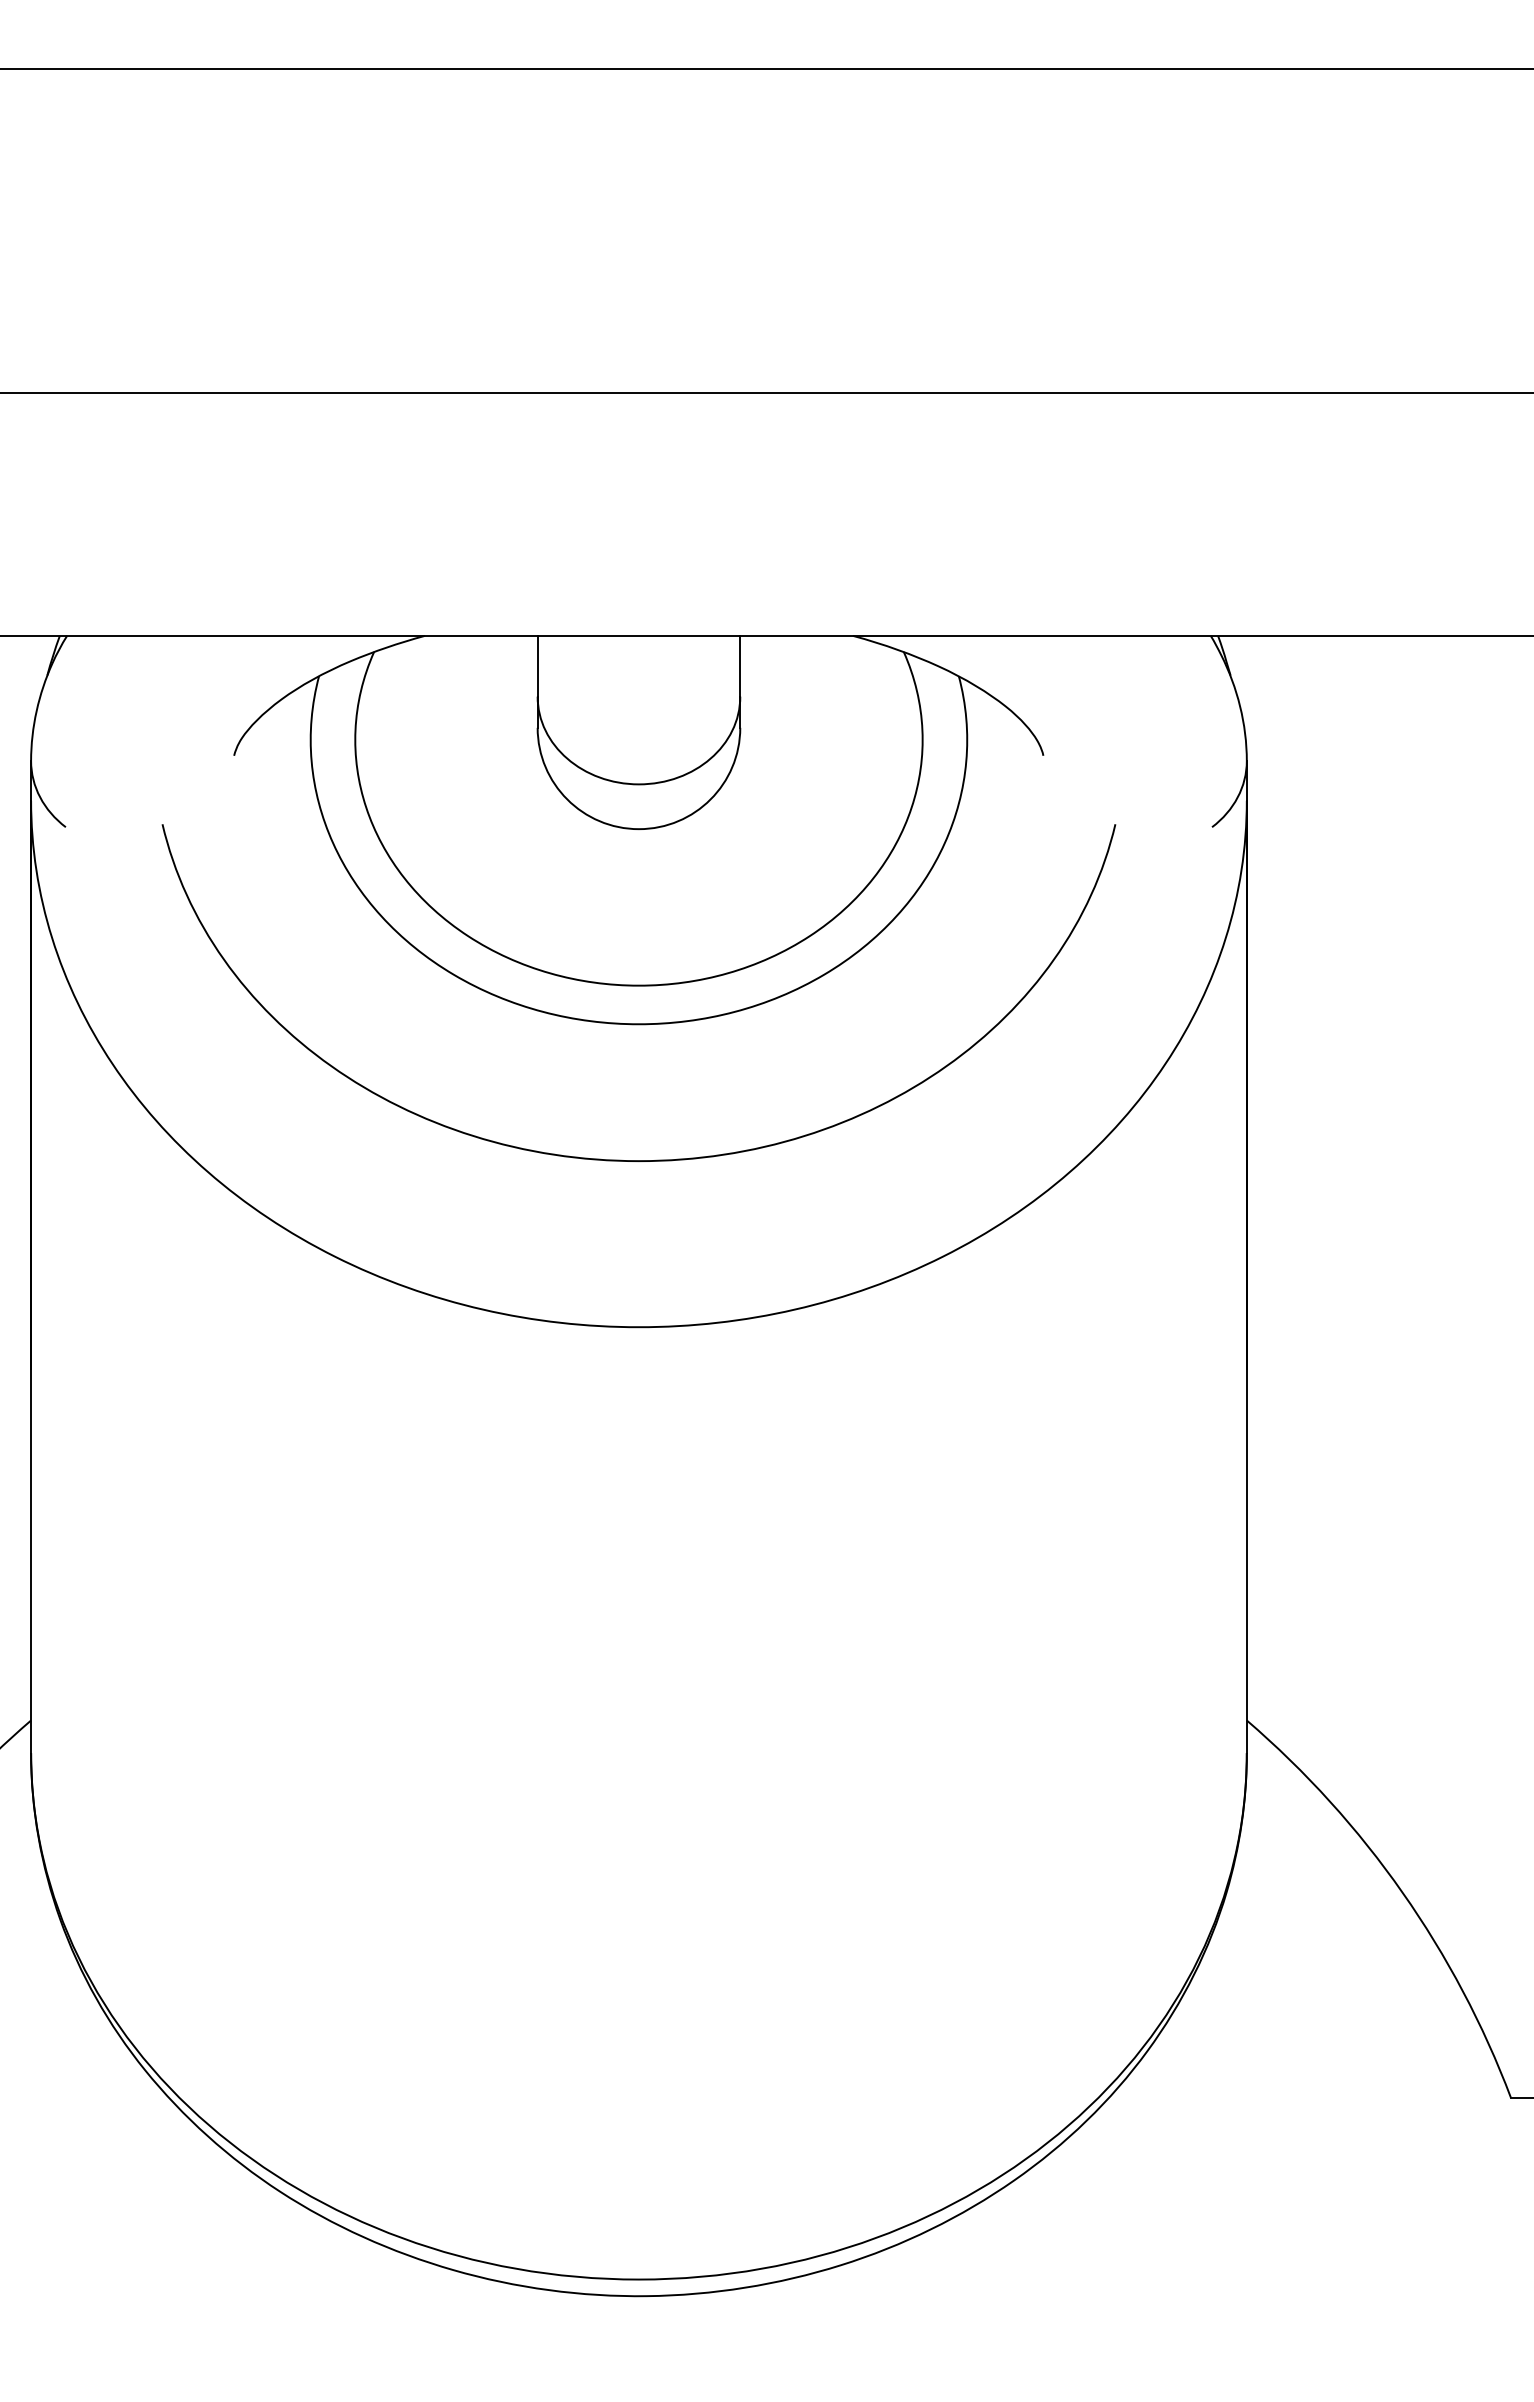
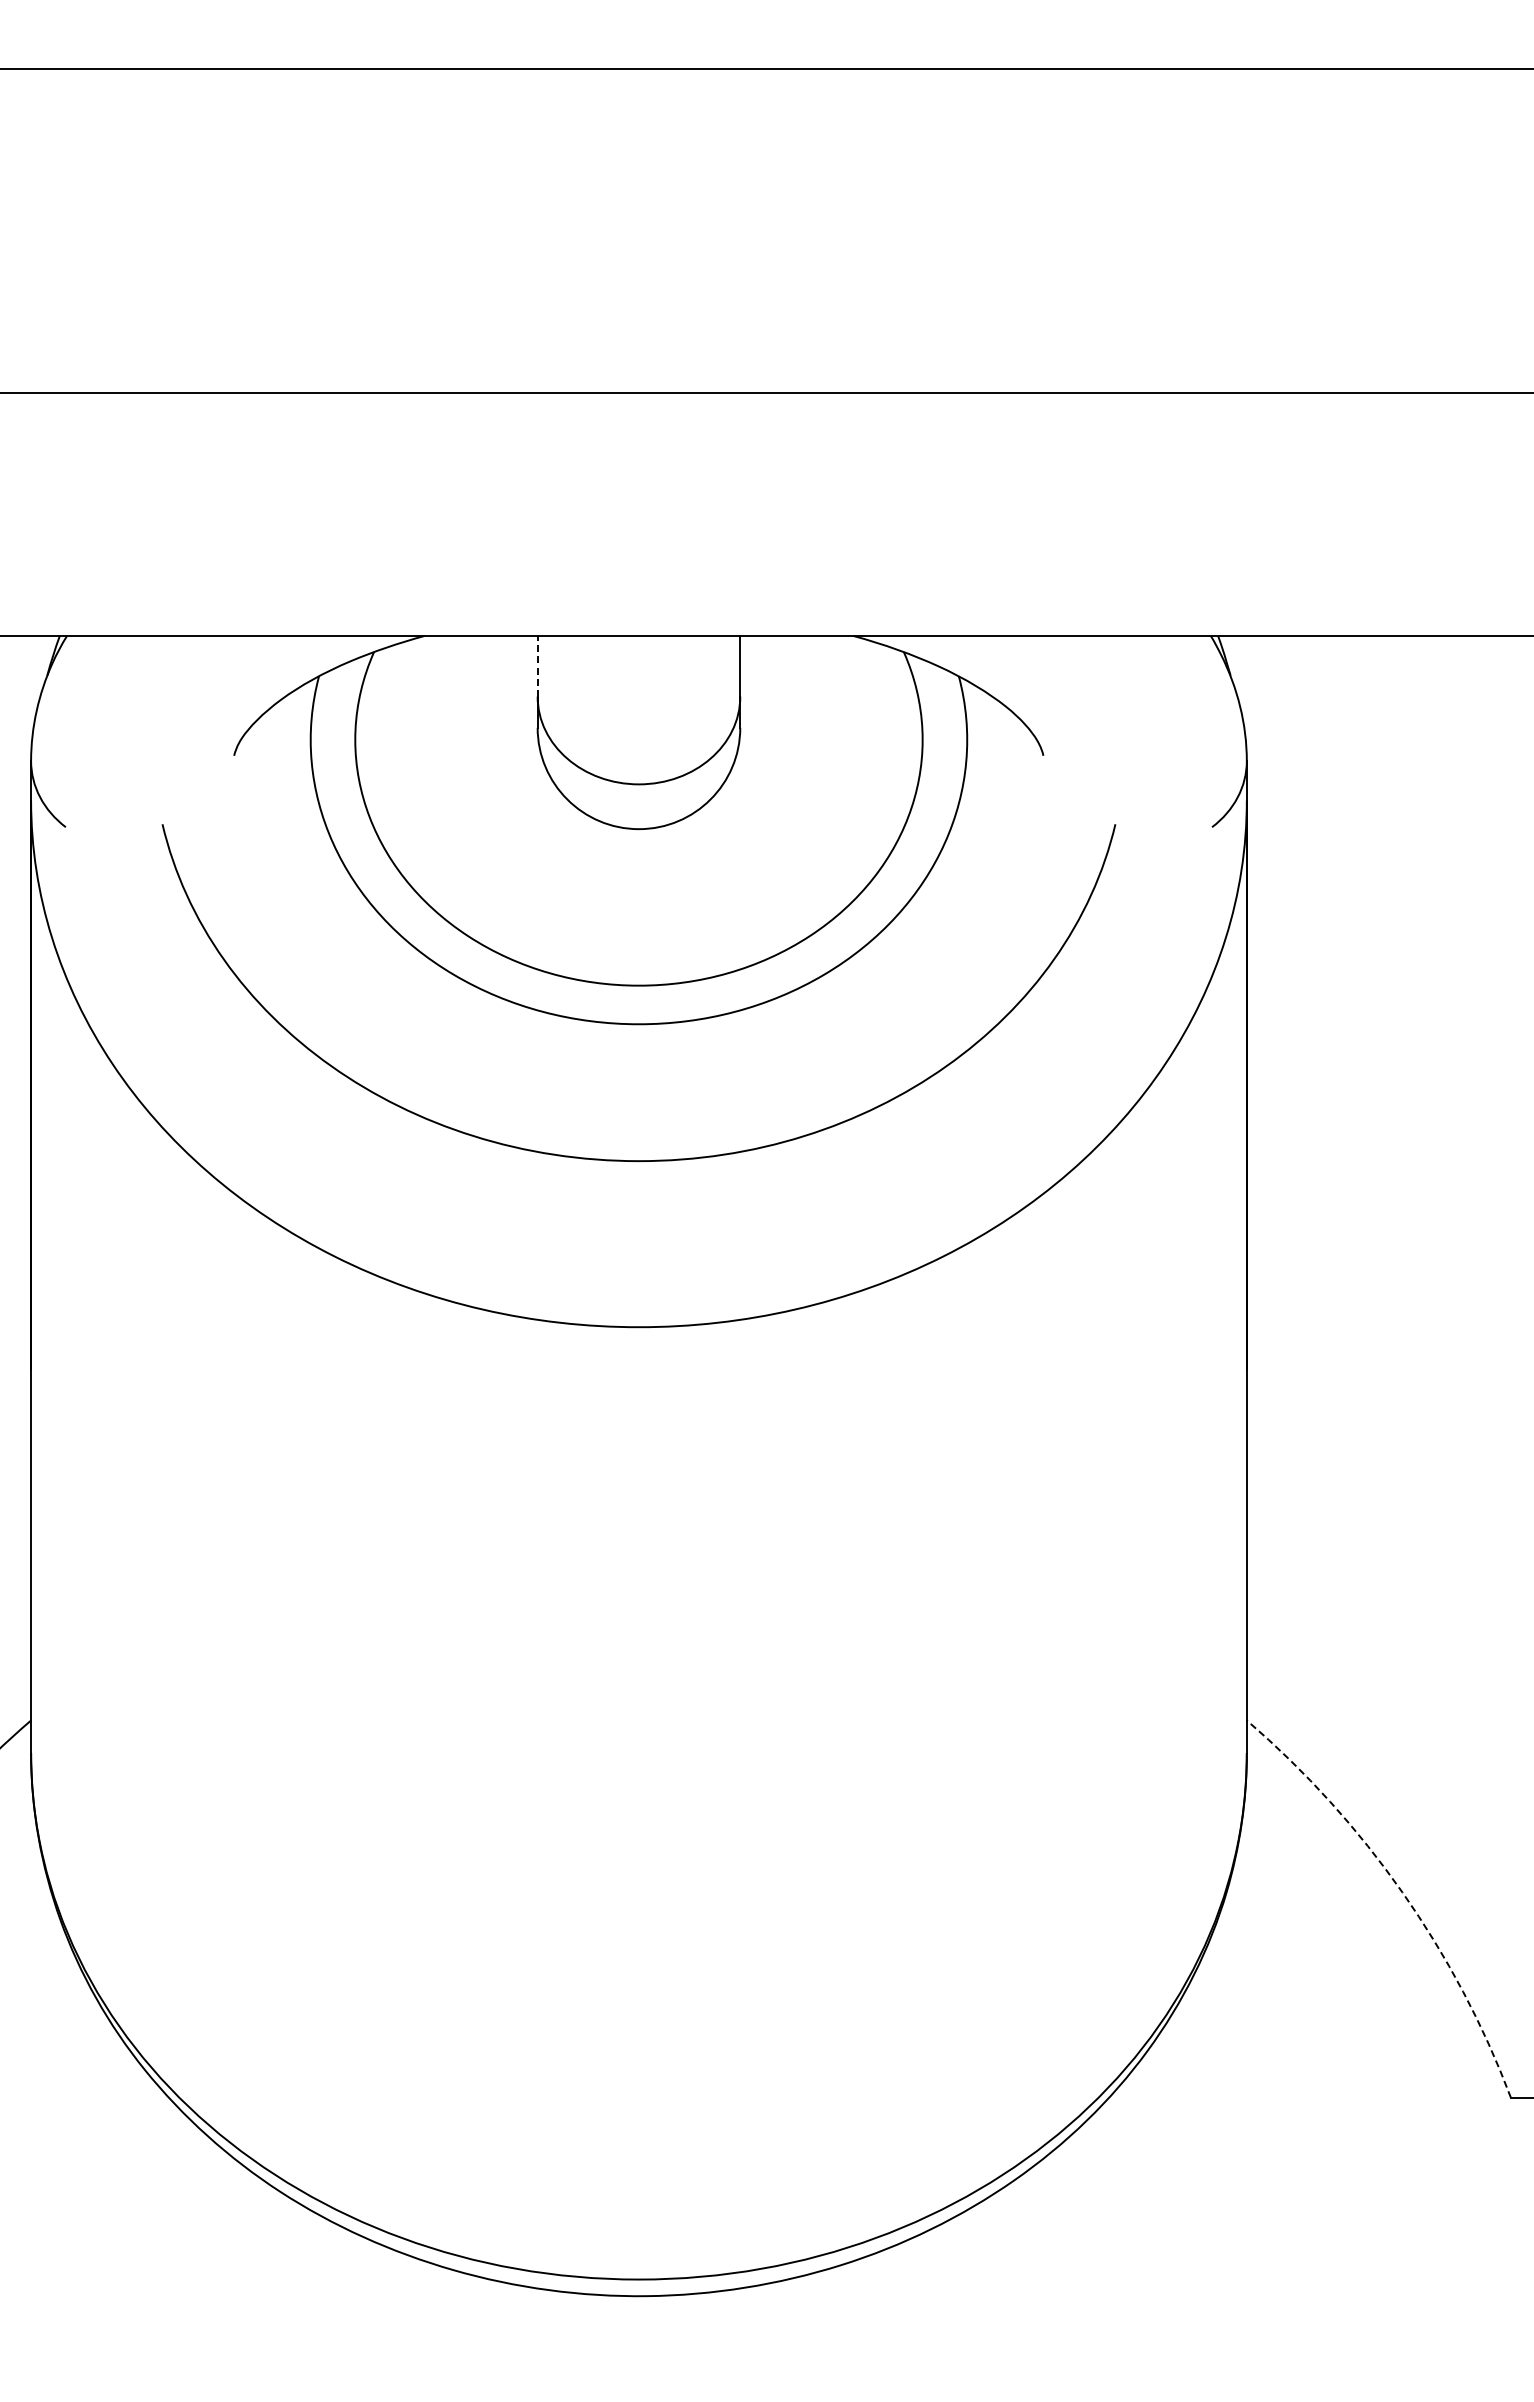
line at (537, 665): solid -> dashed
arc at (1402, 1892): solid -> dashed
